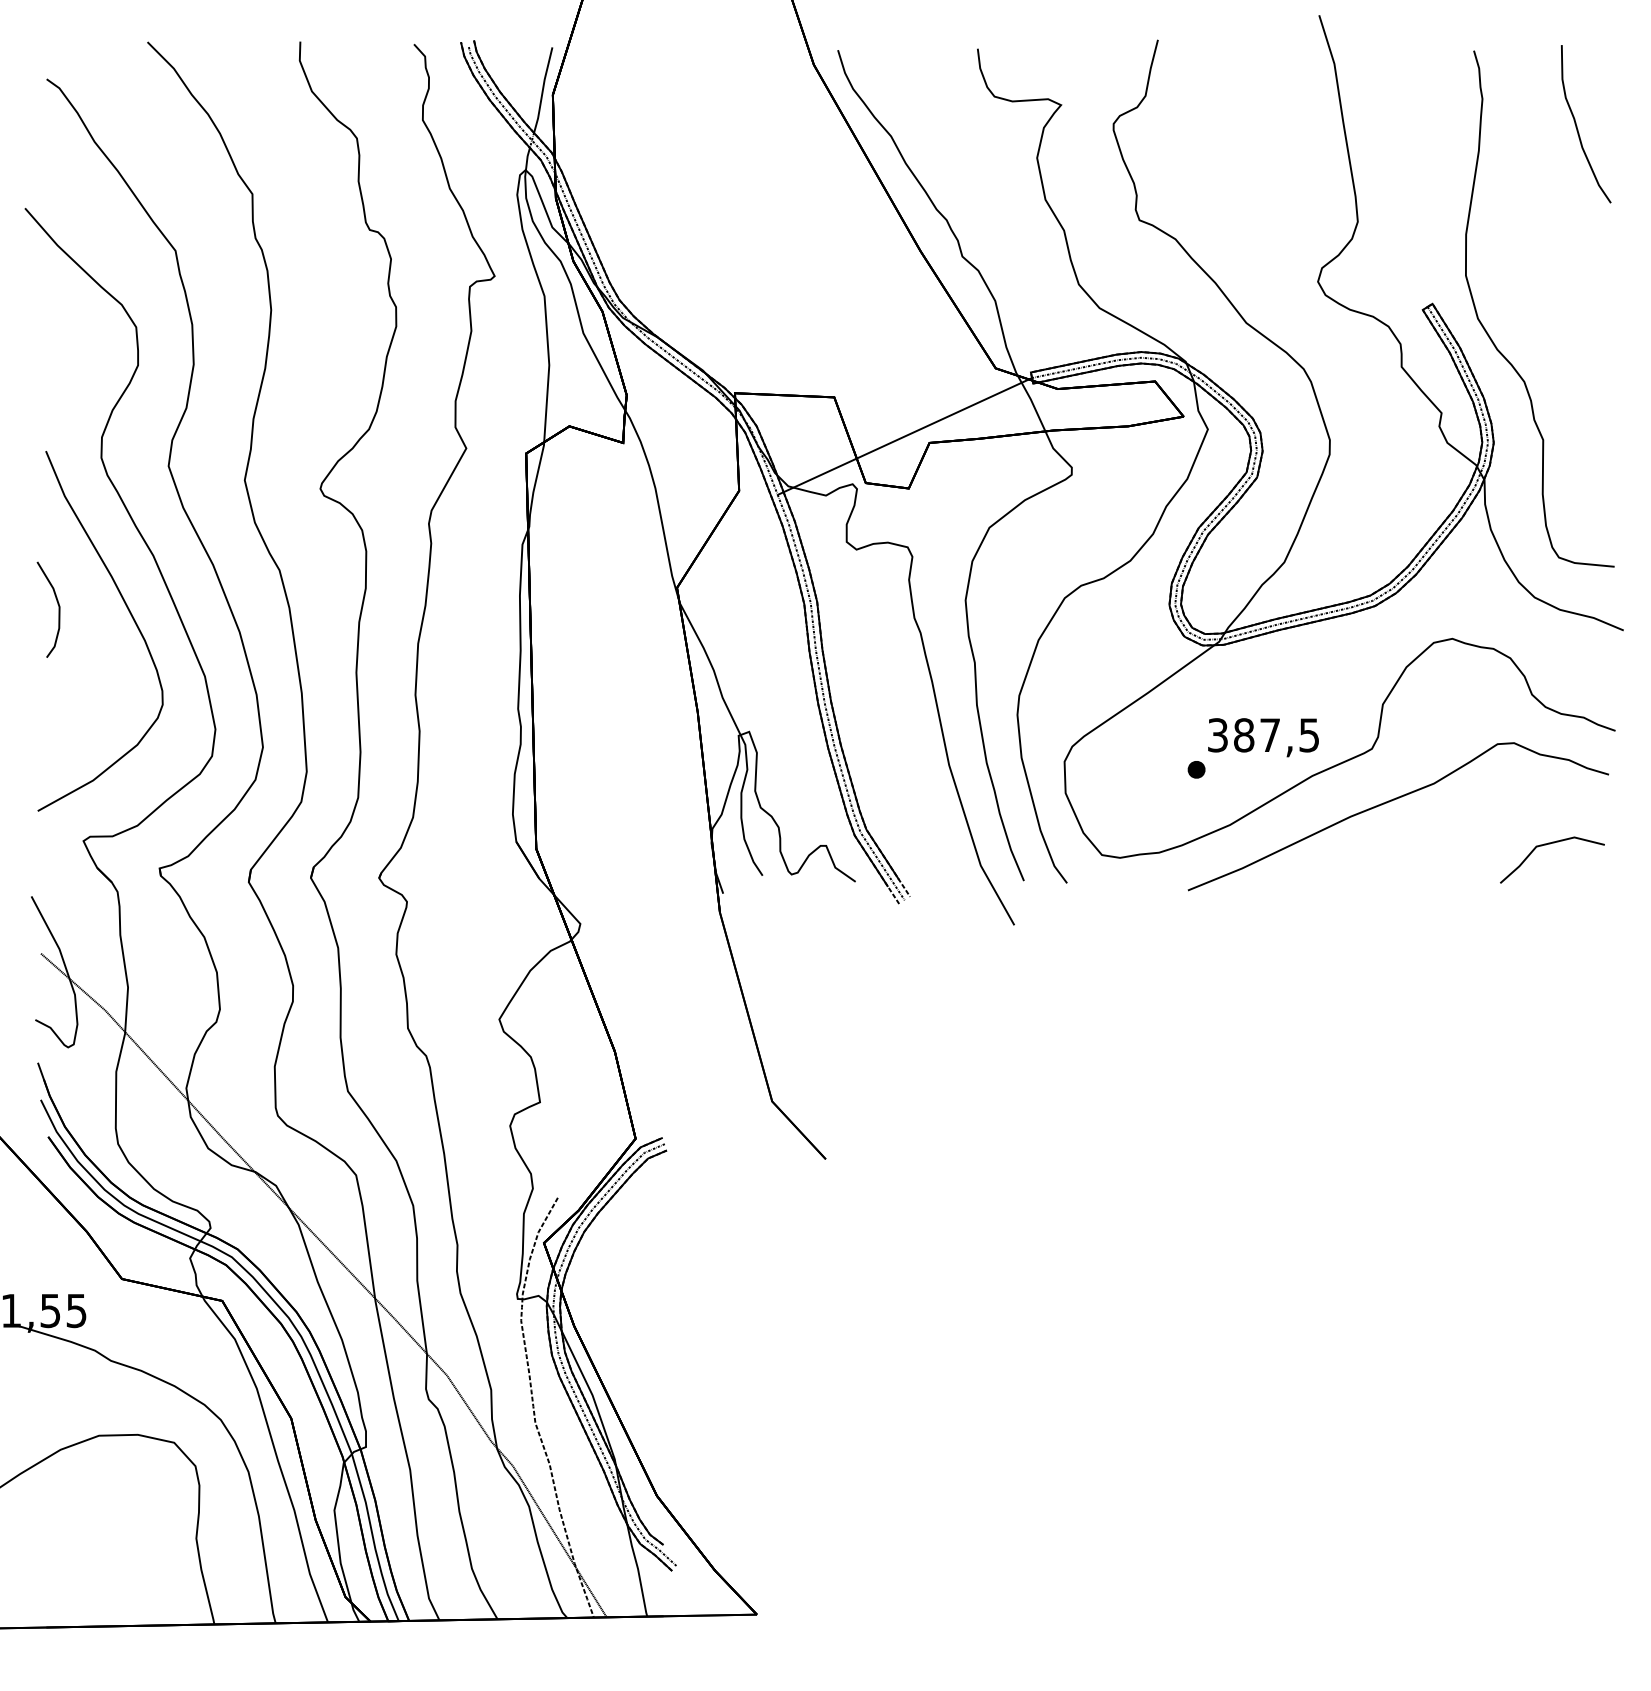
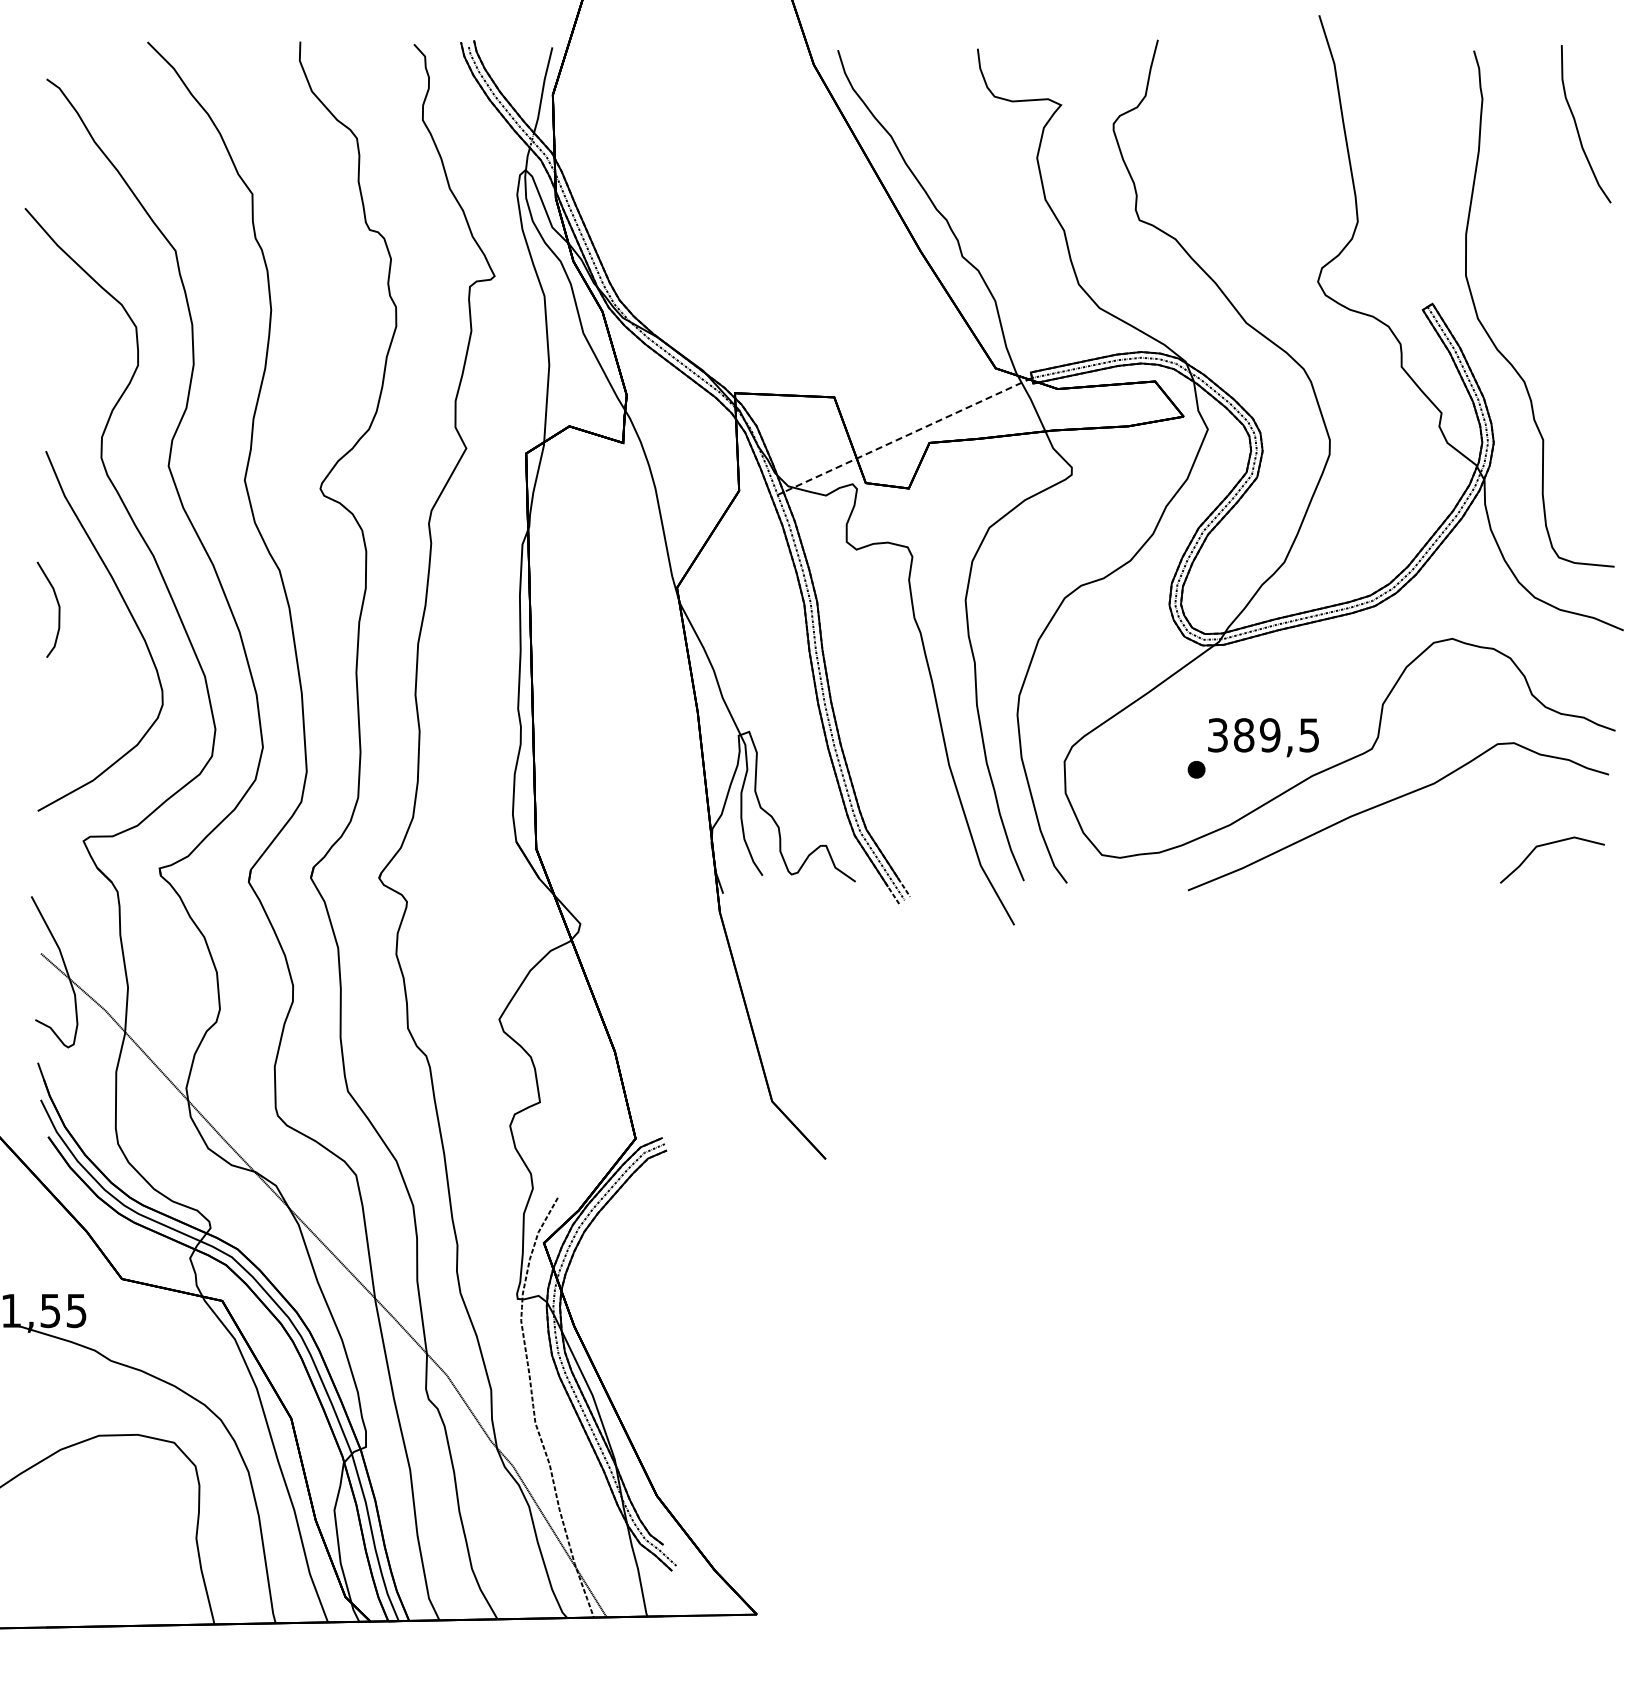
line at (907, 435): solid -> dashed
text at (1269, 735): 387,5 -> 389,5
